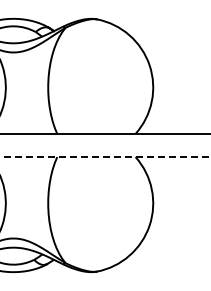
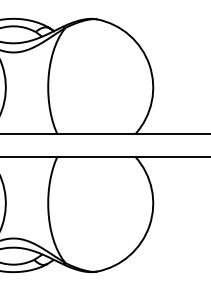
line at (105, 157): dashed -> solid
